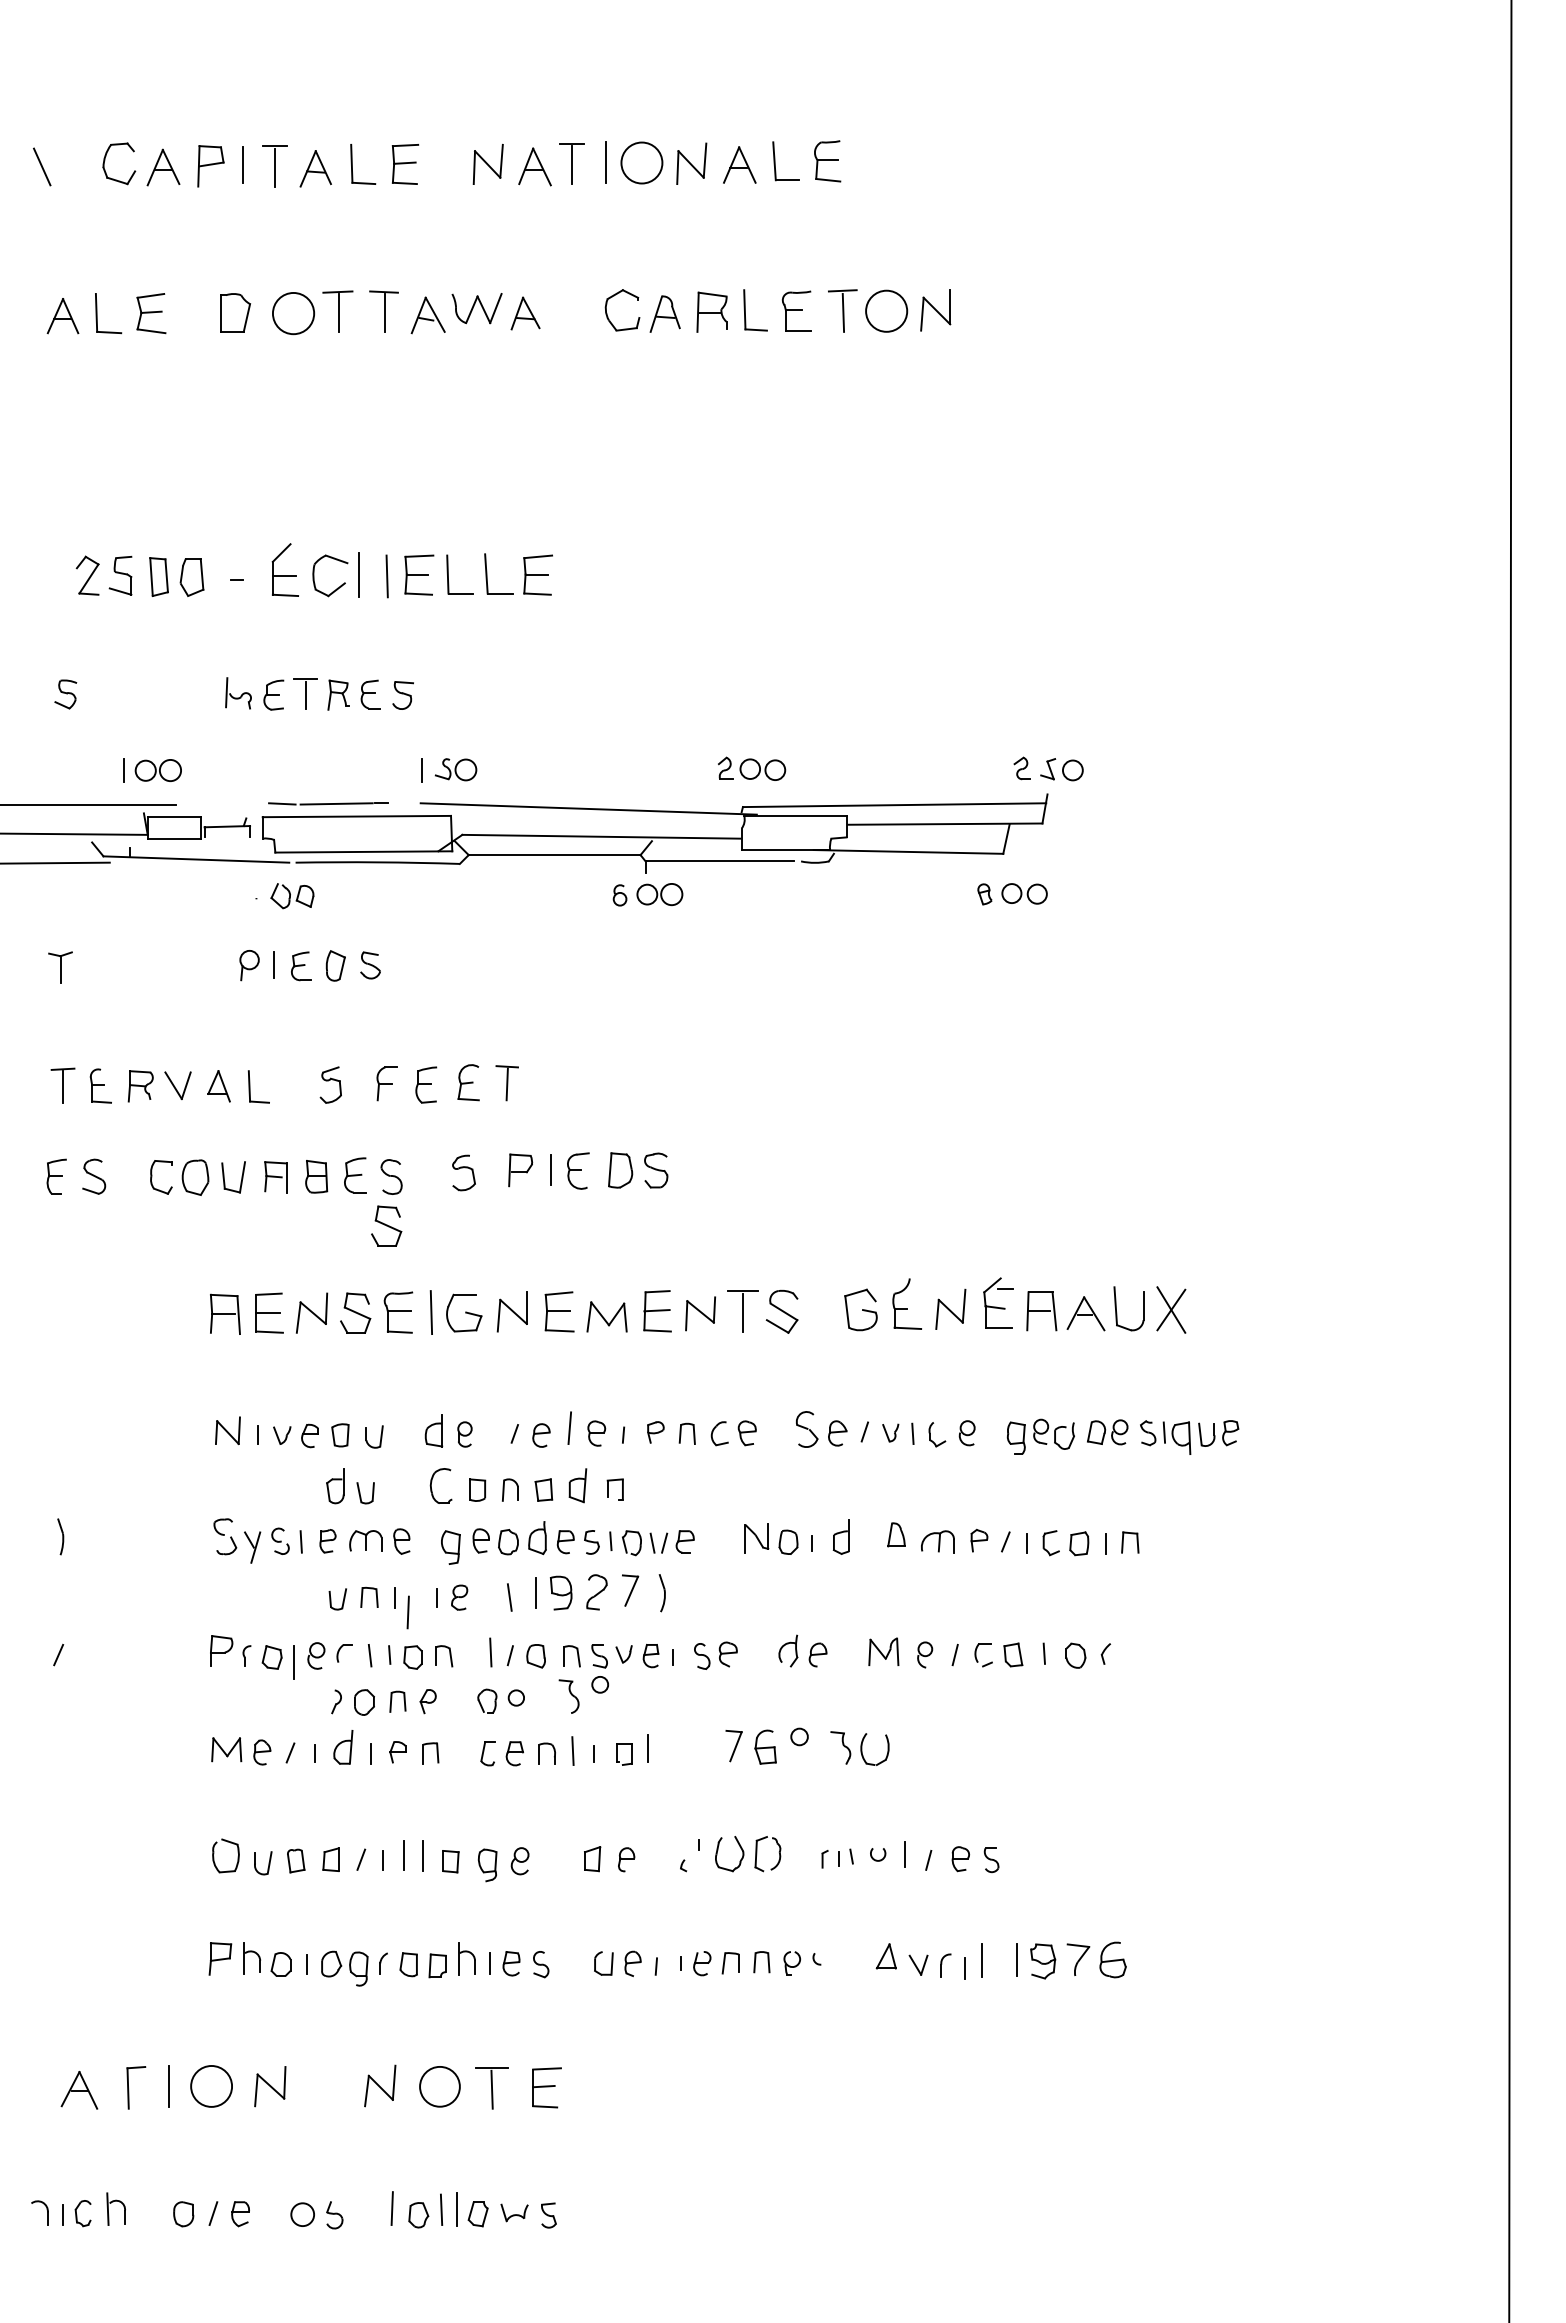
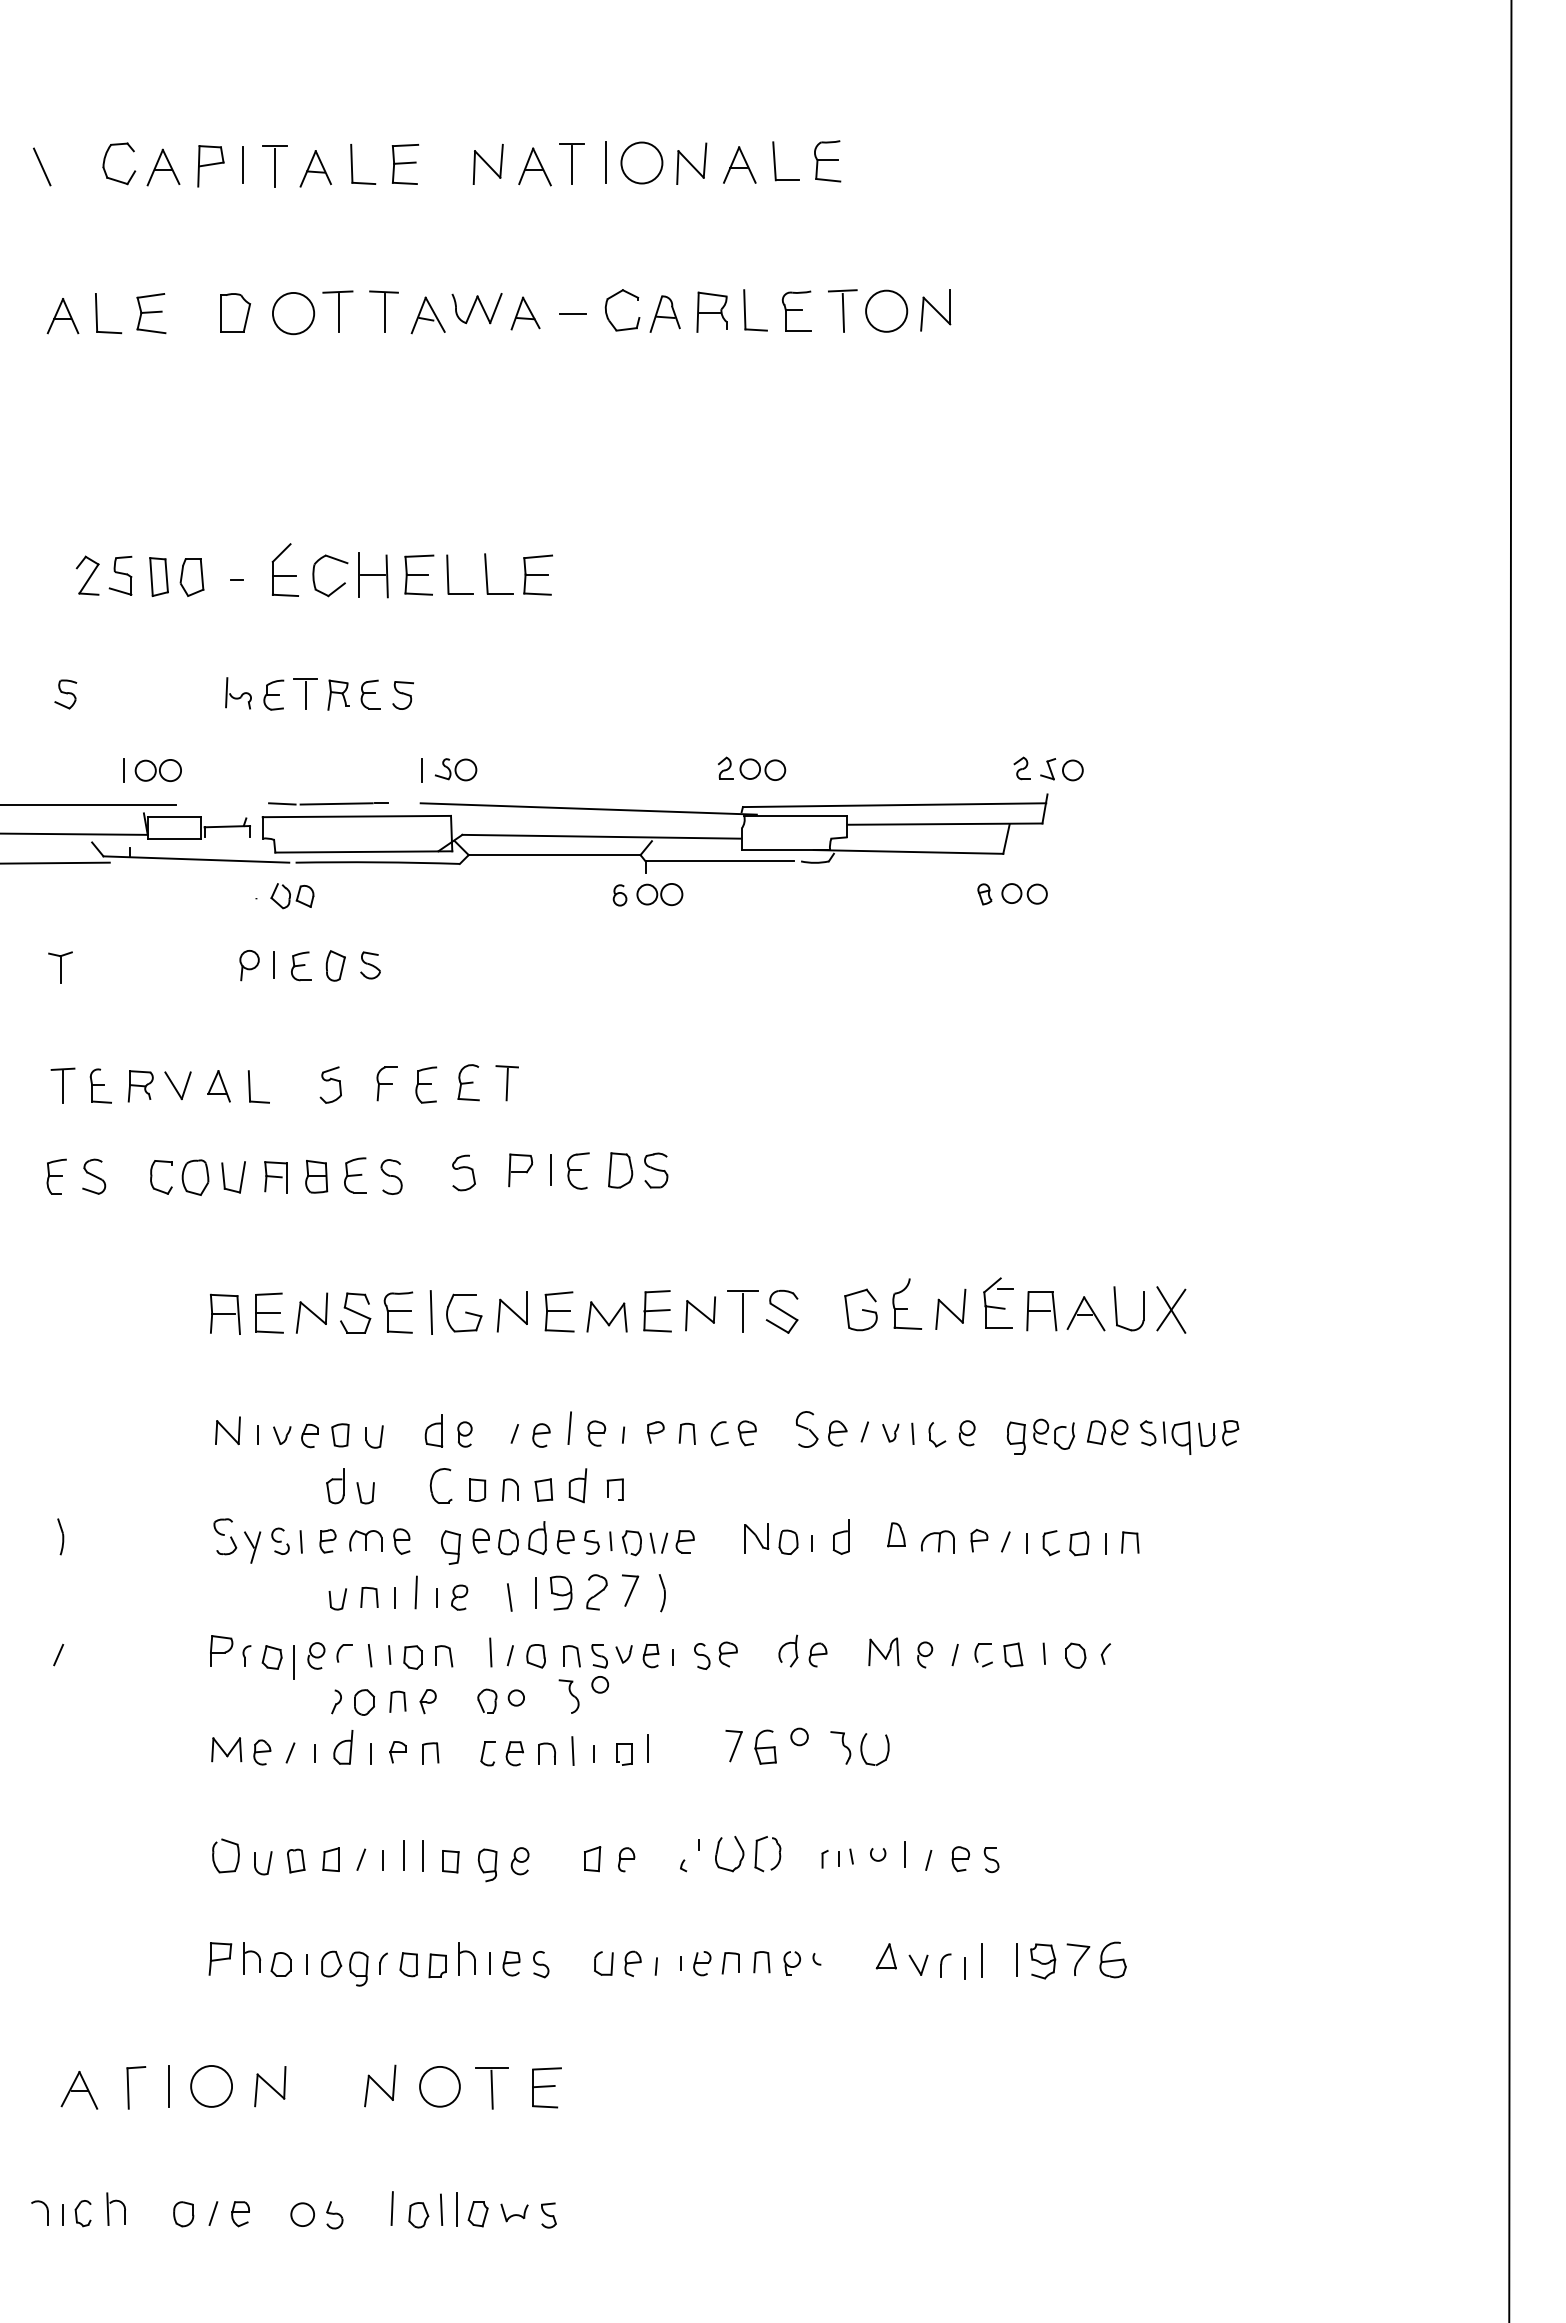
line at (572, 314): none -> present
line at (373, 574): none -> present
part at (386, 1225): present -> none
line at (407, 1612) position: (407, 1612) -> (415, 1592)
